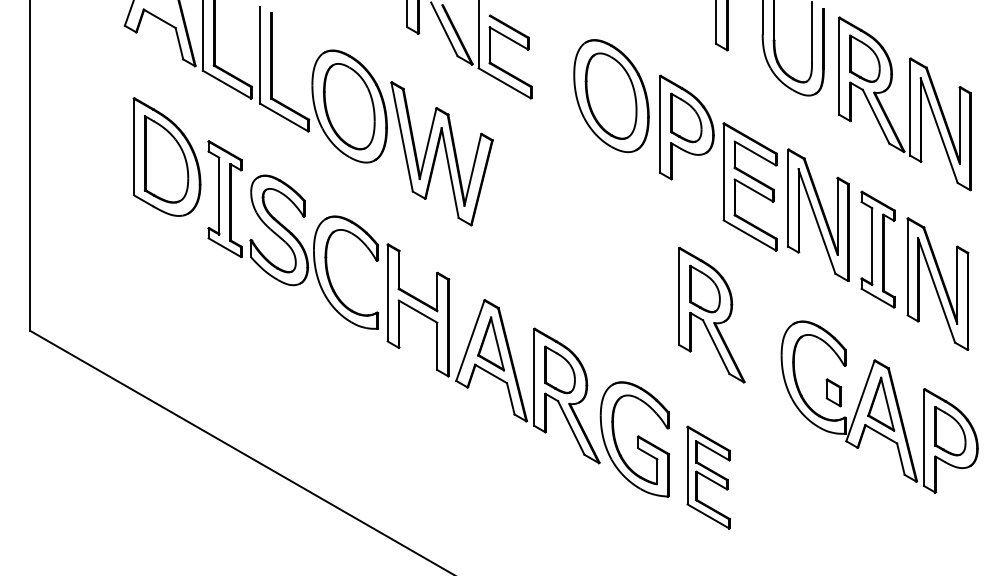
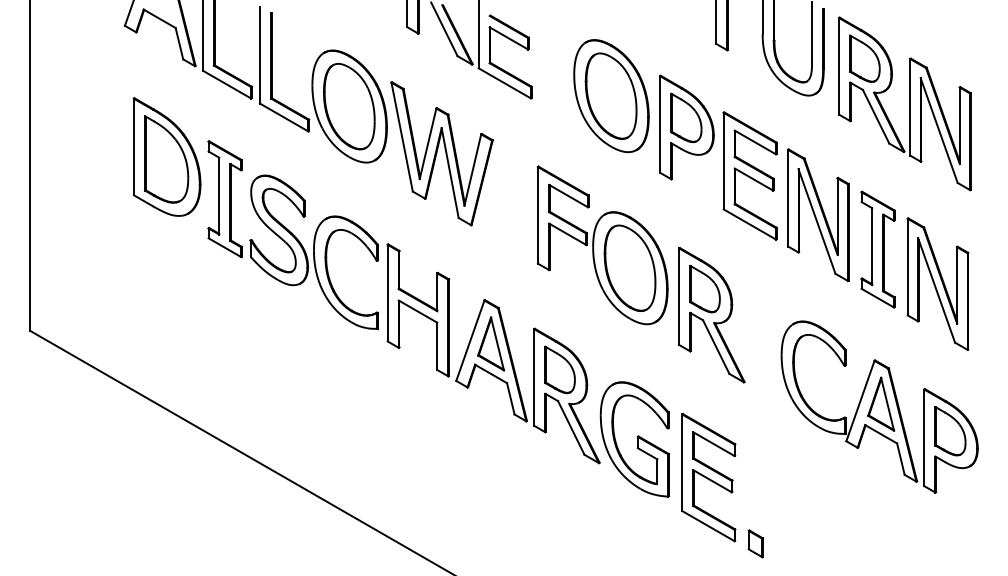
part at (749, 186) position: (749, 186) -> (749, 175)
part at (602, 245): none -> present
part at (833, 392) position: (833, 392) -> (755, 543)
part at (708, 477) size: 45x105 px -> 56x130 px
